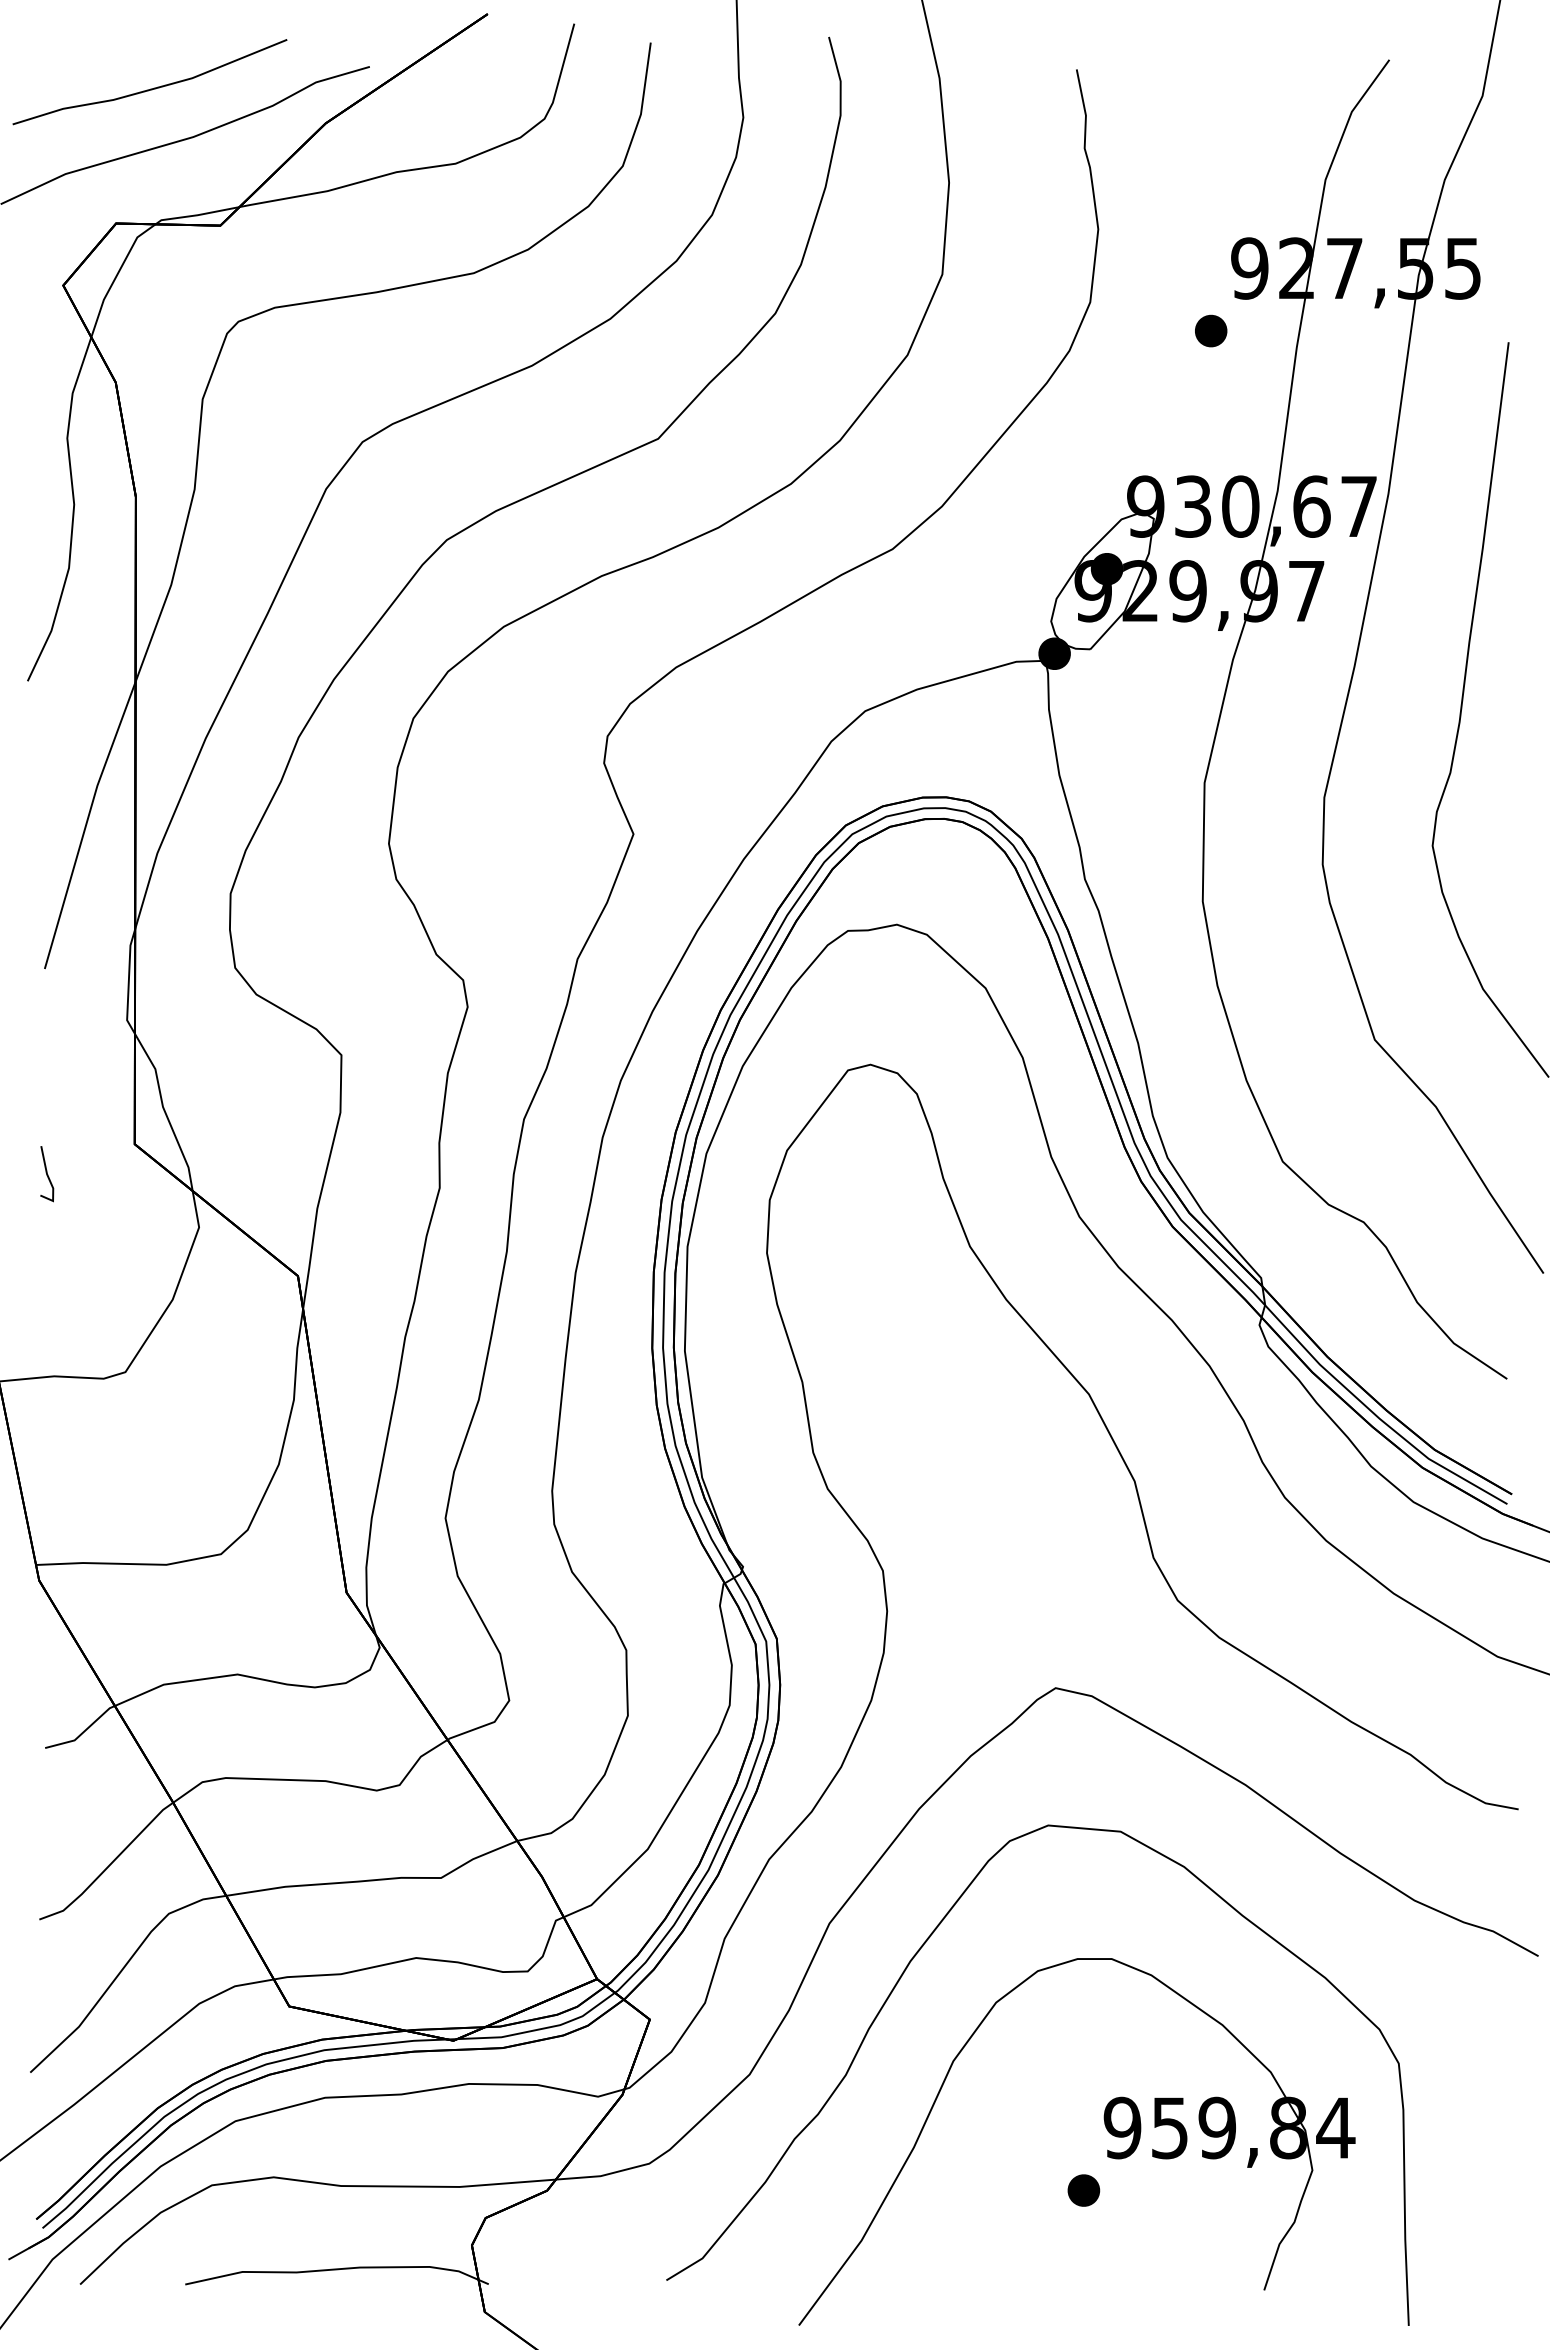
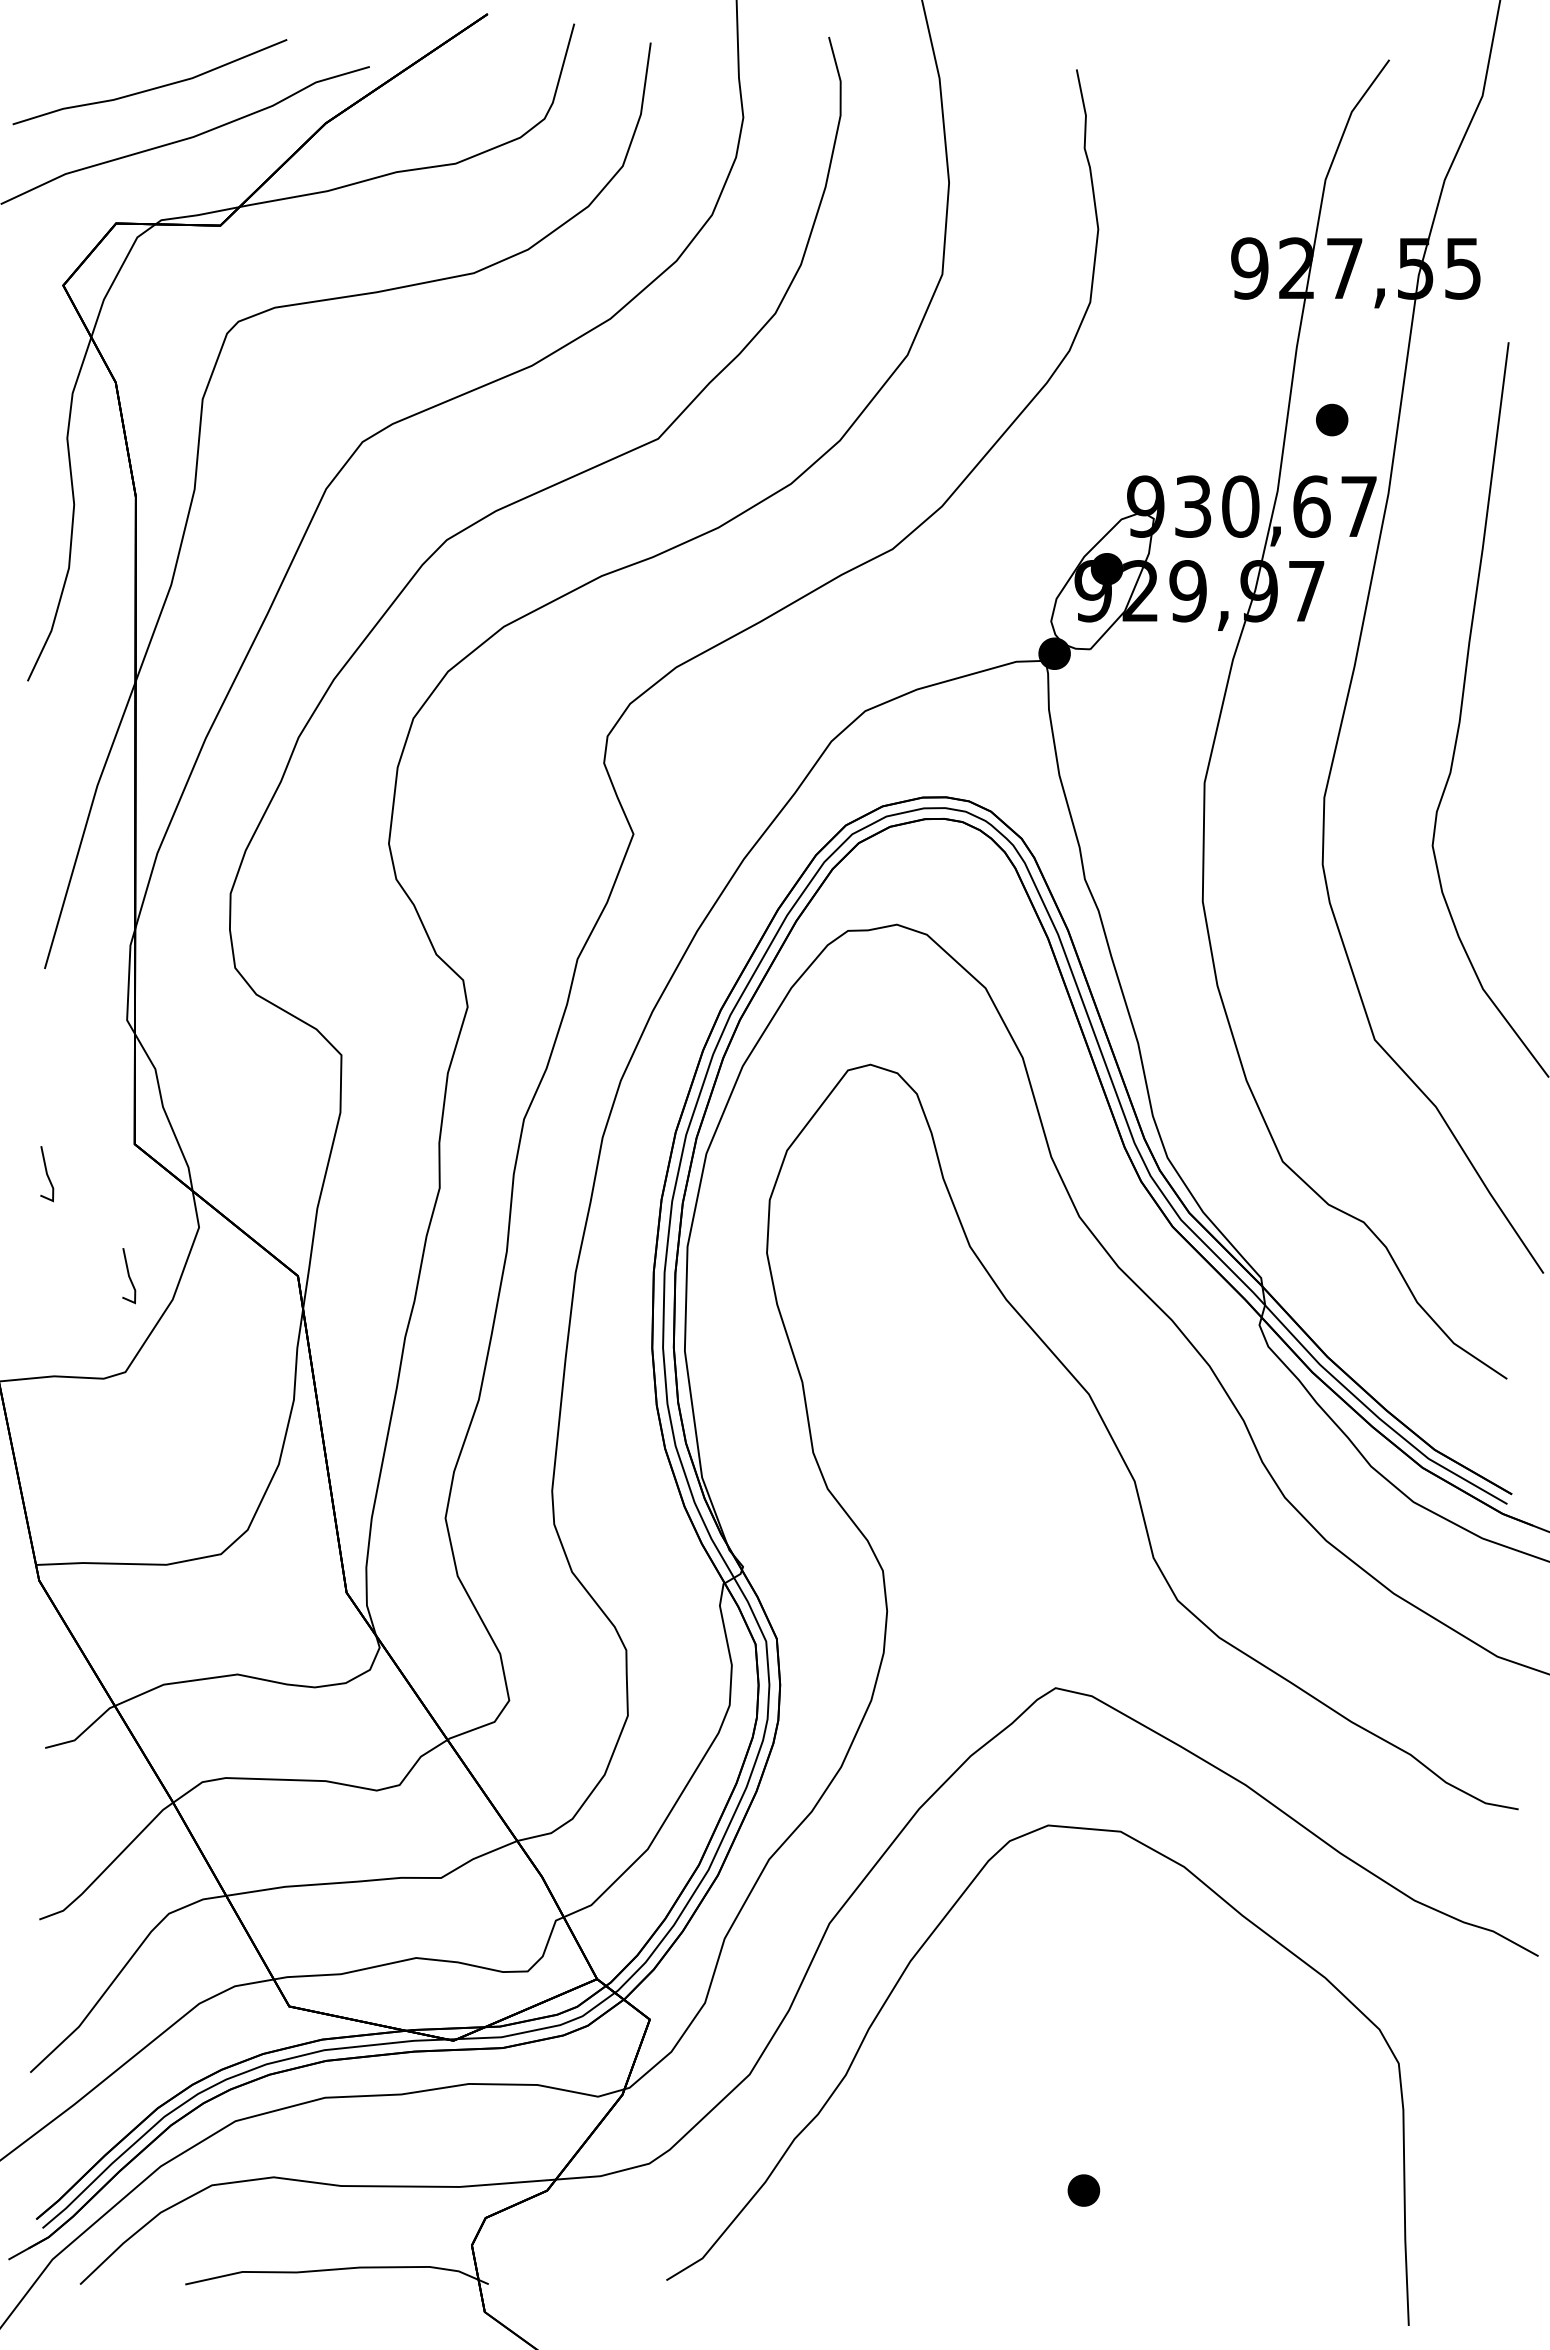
part at (1211, 330) position: (1211, 330) -> (1332, 419)
line at (129, 1276): none -> present
part at (1107, 2149): present -> none
